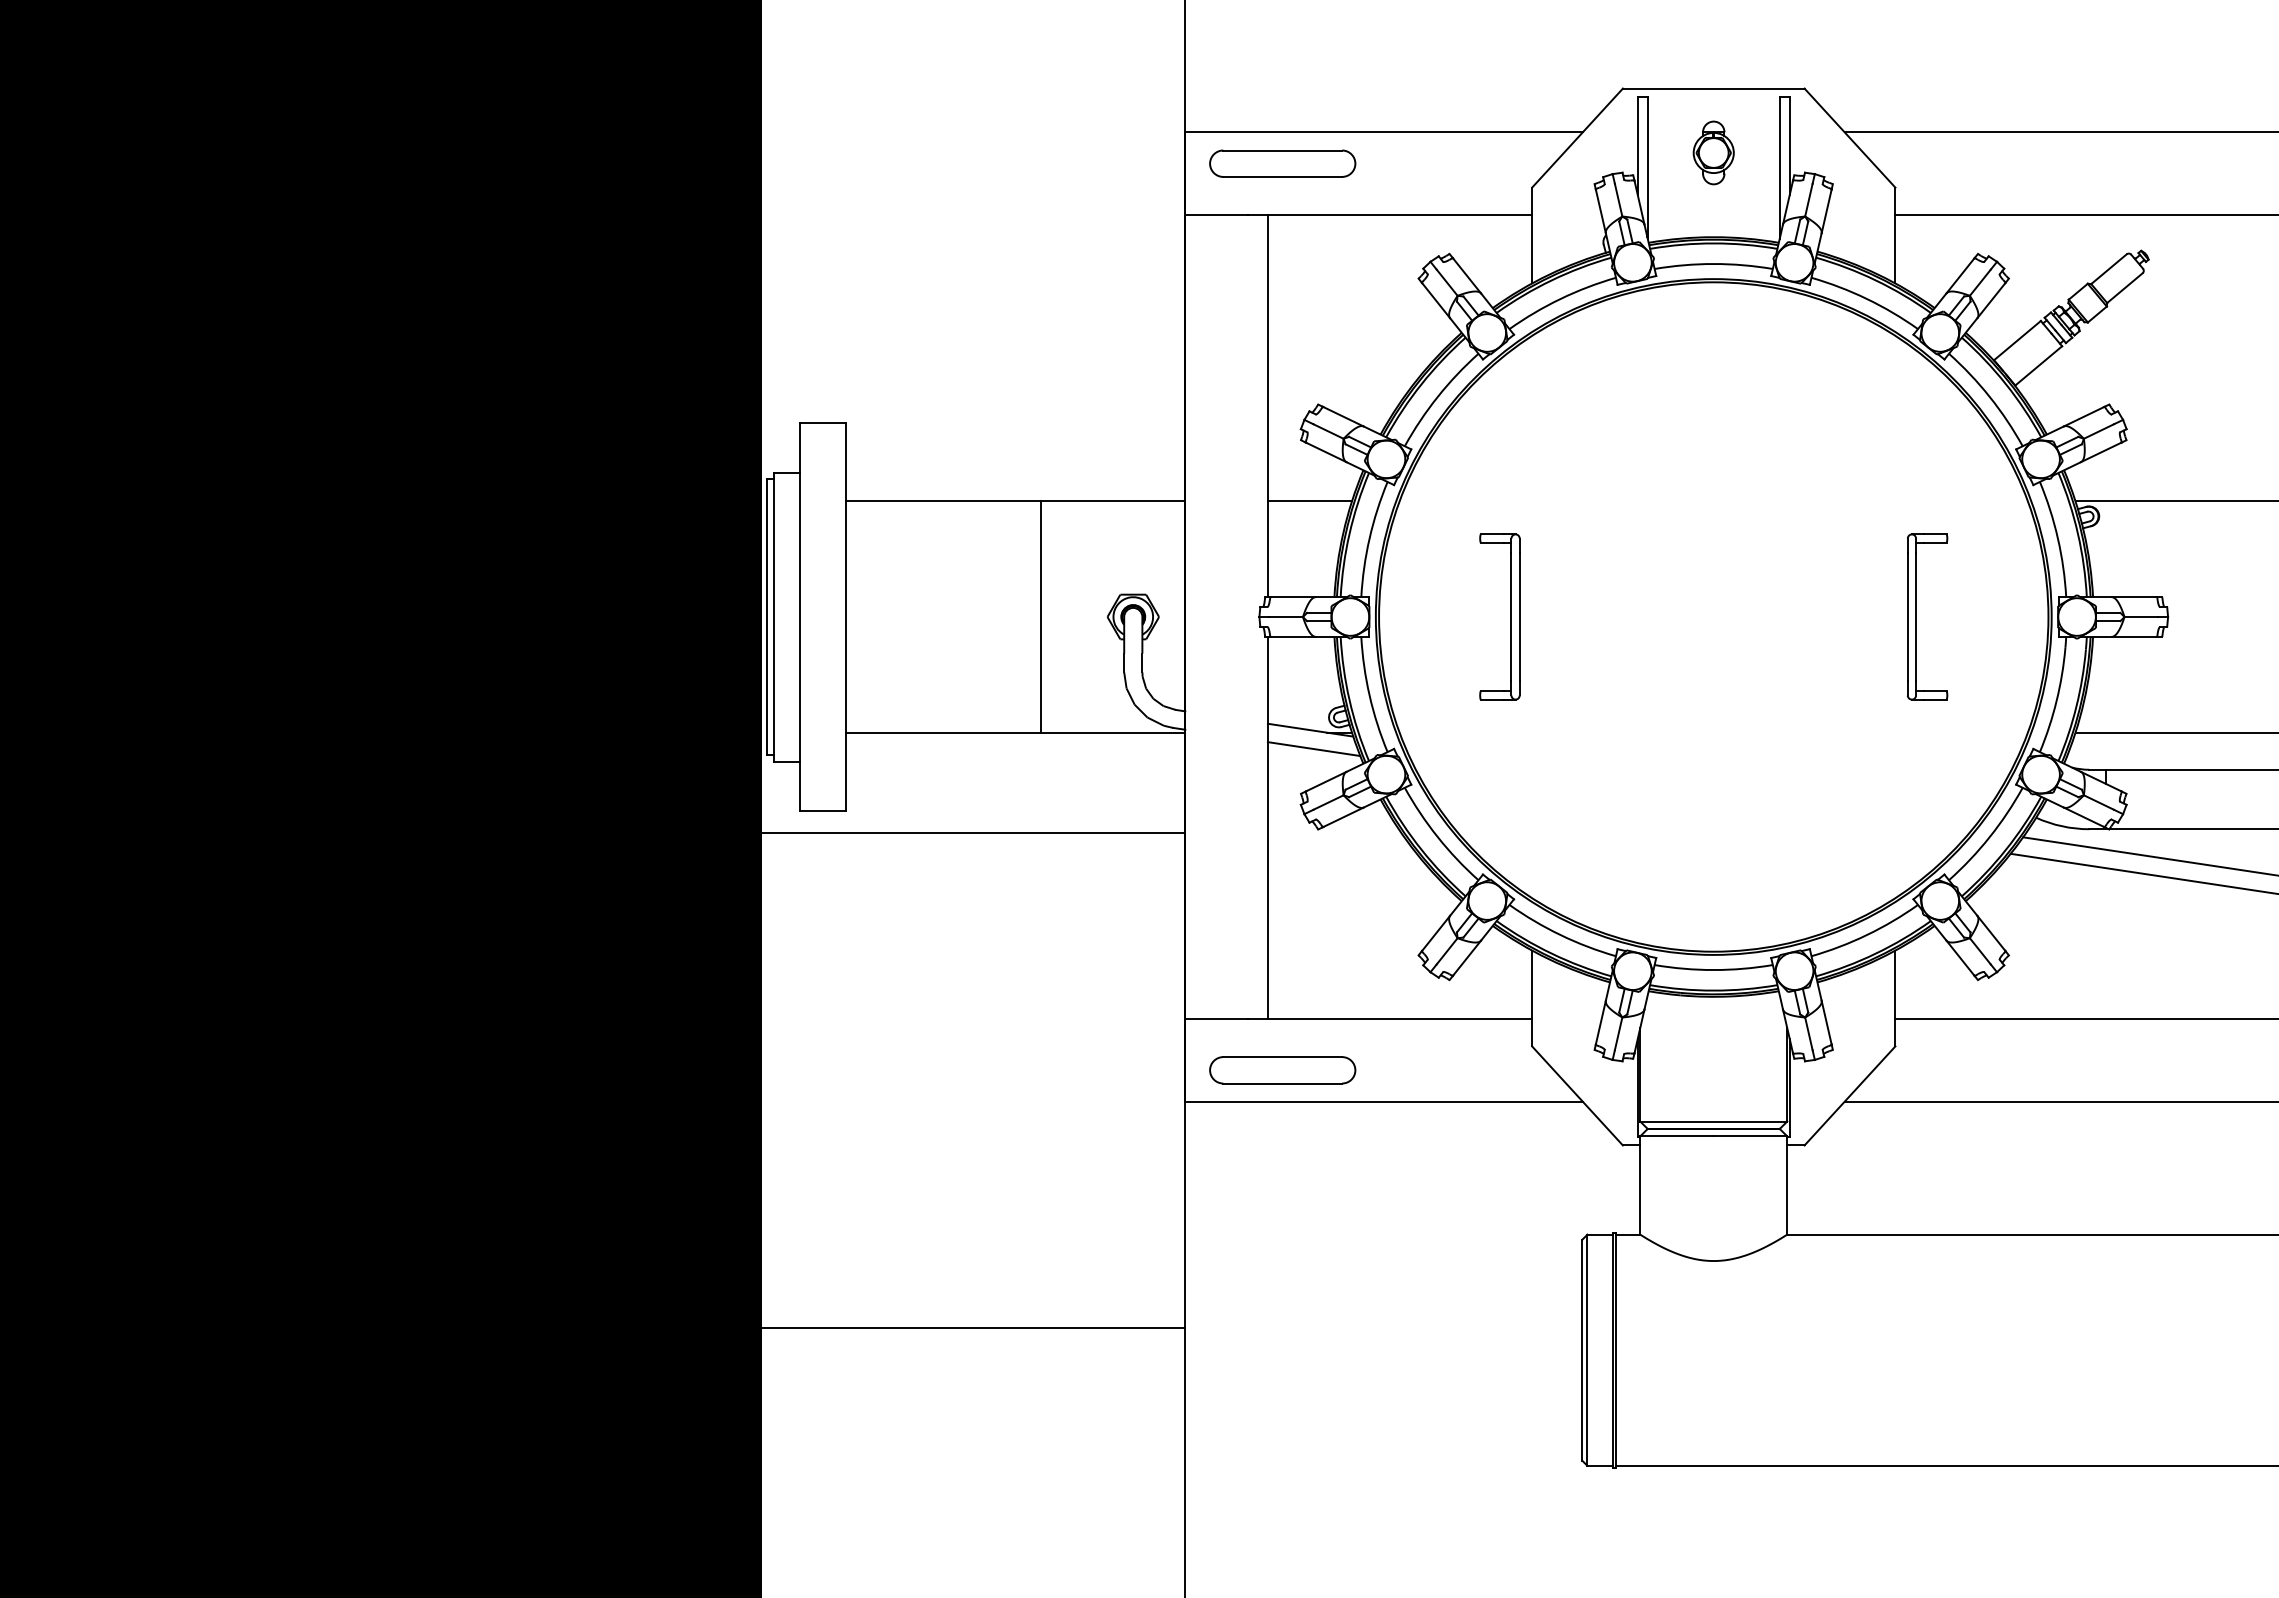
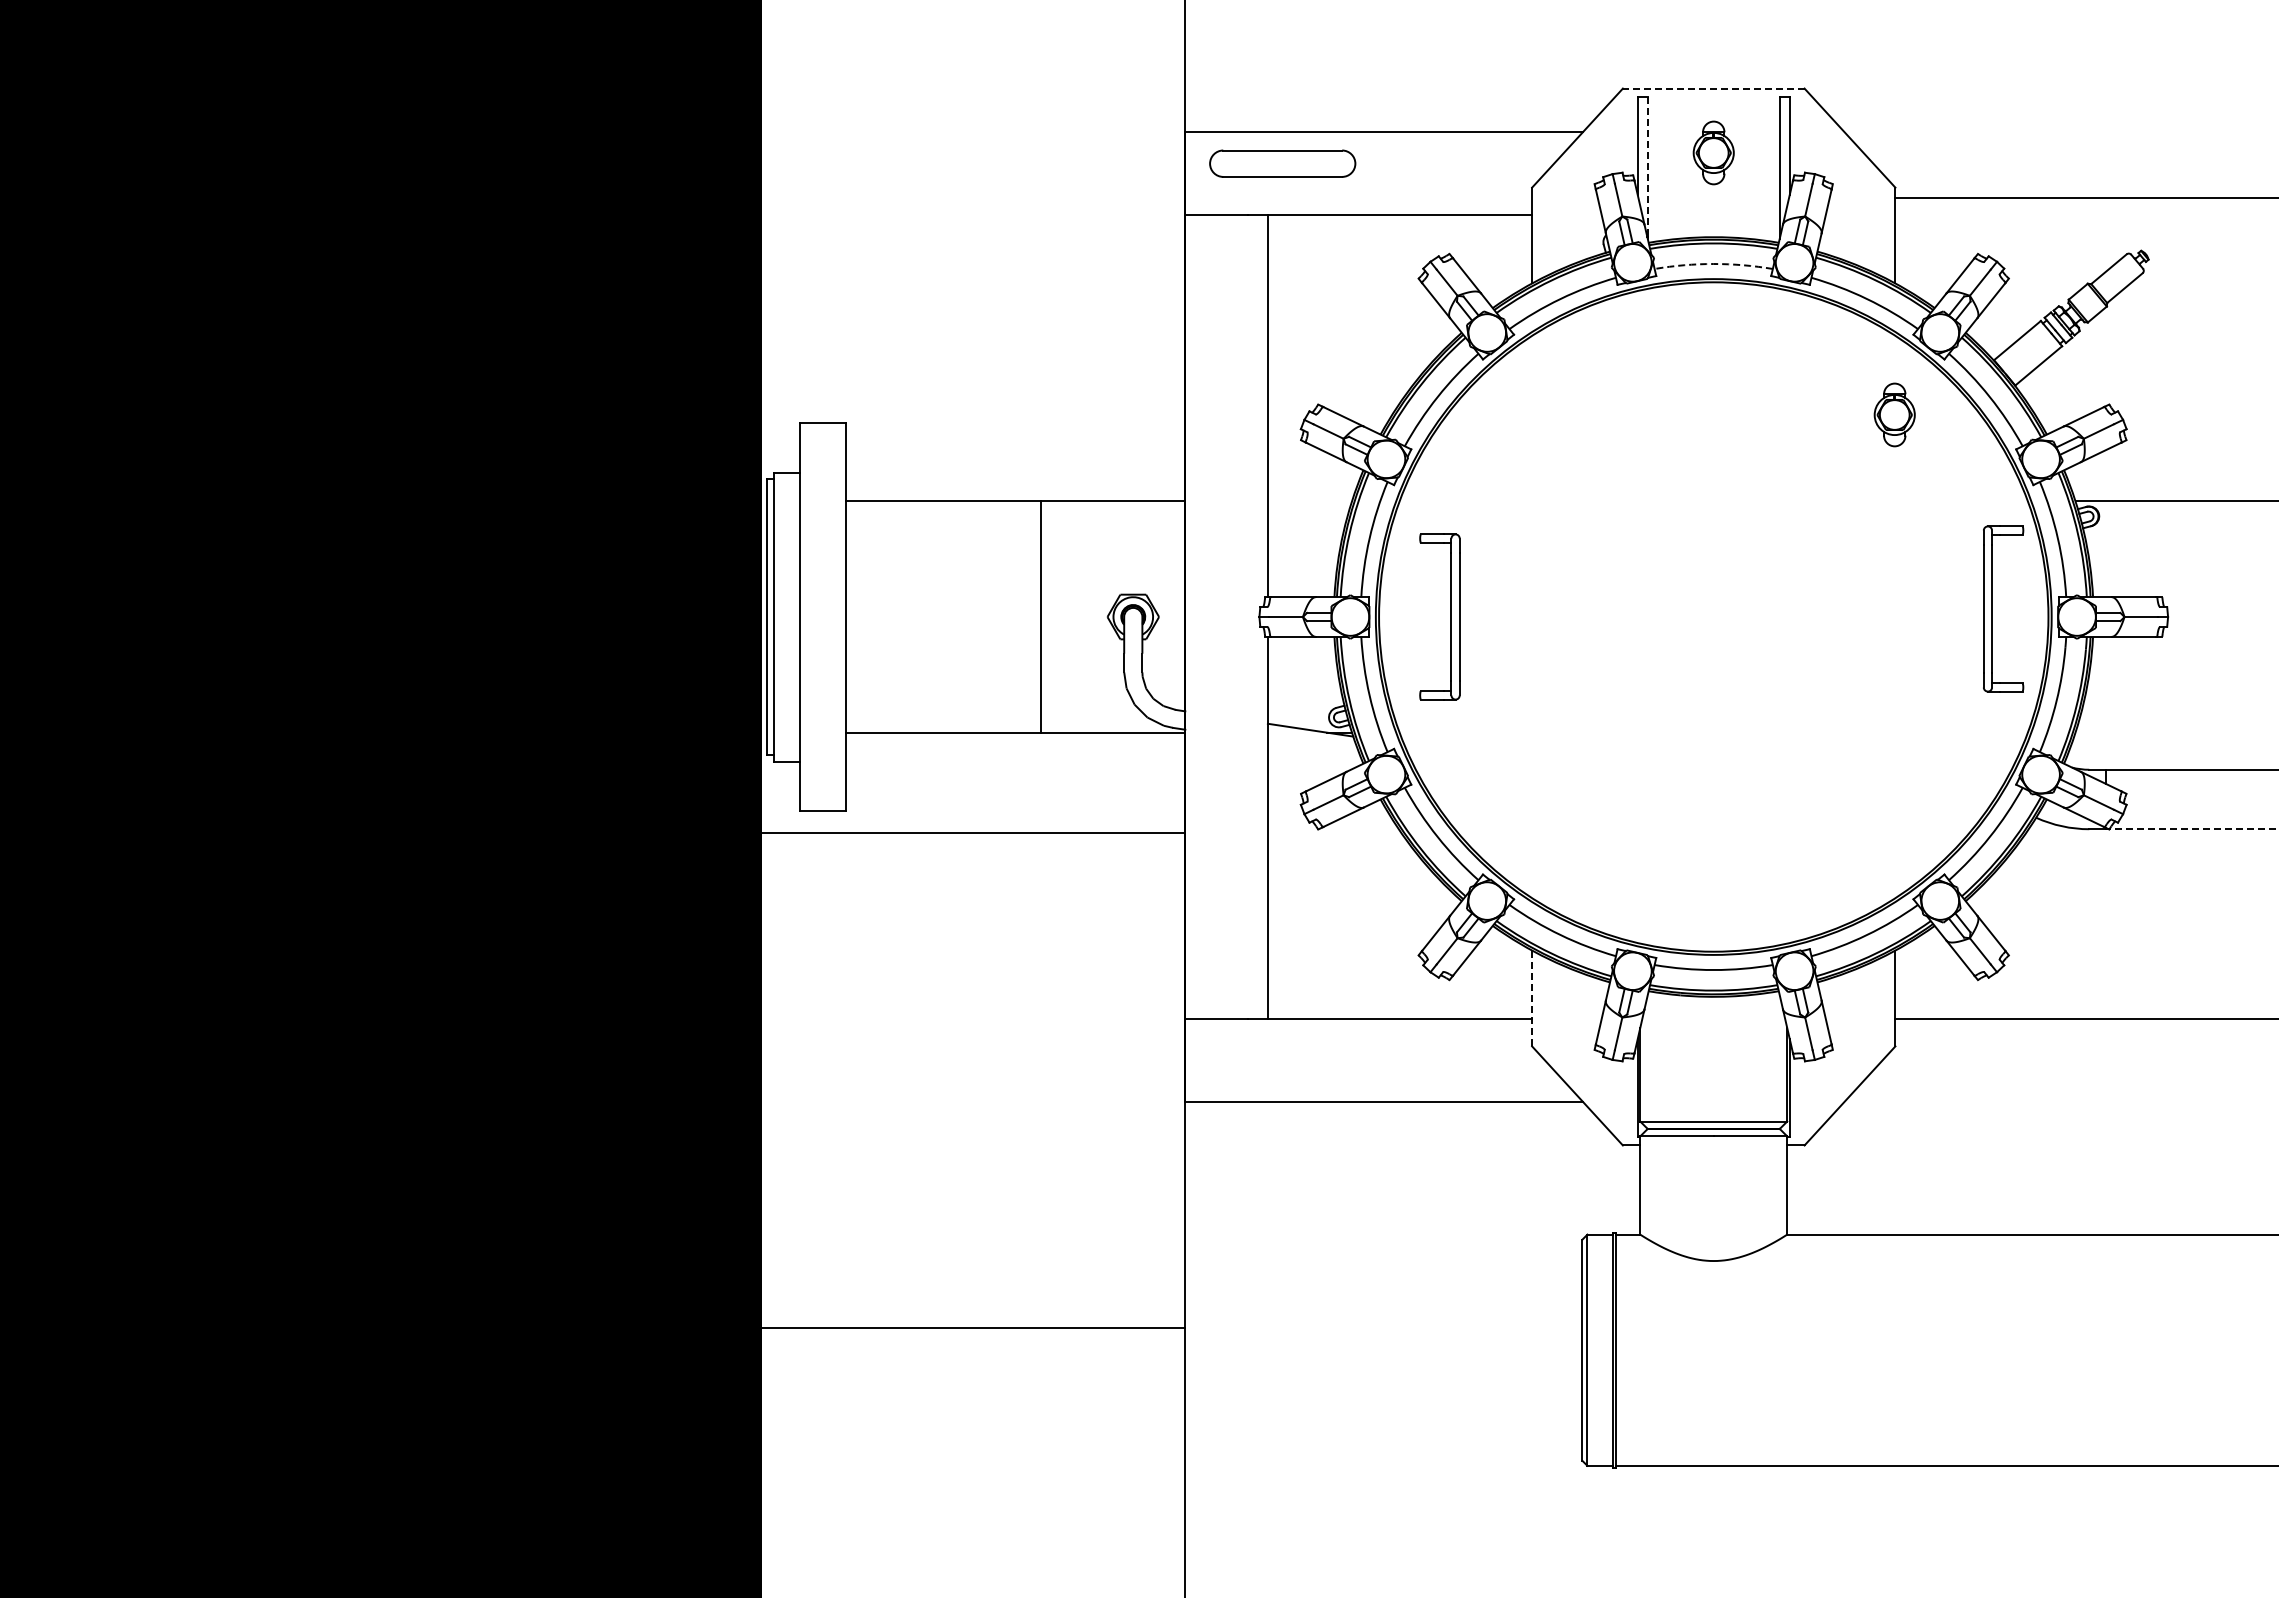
line at (1713, 88): solid -> dashed
line at (2059, 132): present -> none
line at (1647, 166): solid -> dashed
line at (2085, 214) position: (2085, 214) -> (2085, 197)
arc at (1713, 264): solid -> dashed
part at (1894, 414): none -> present
line at (1309, 501): present -> none
part at (1510, 616) position: (1510, 616) -> (1450, 616)
part at (1916, 616) position: (1916, 616) -> (1992, 608)
line at (2175, 732): present -> none
line at (1313, 749): present -> none
line at (2193, 829): solid -> dashed
line at (2149, 856): present -> none
line at (2142, 873): present -> none
line at (1532, 998): solid -> dashed
part at (1282, 1070): present -> none
line at (2059, 1101): present -> none
